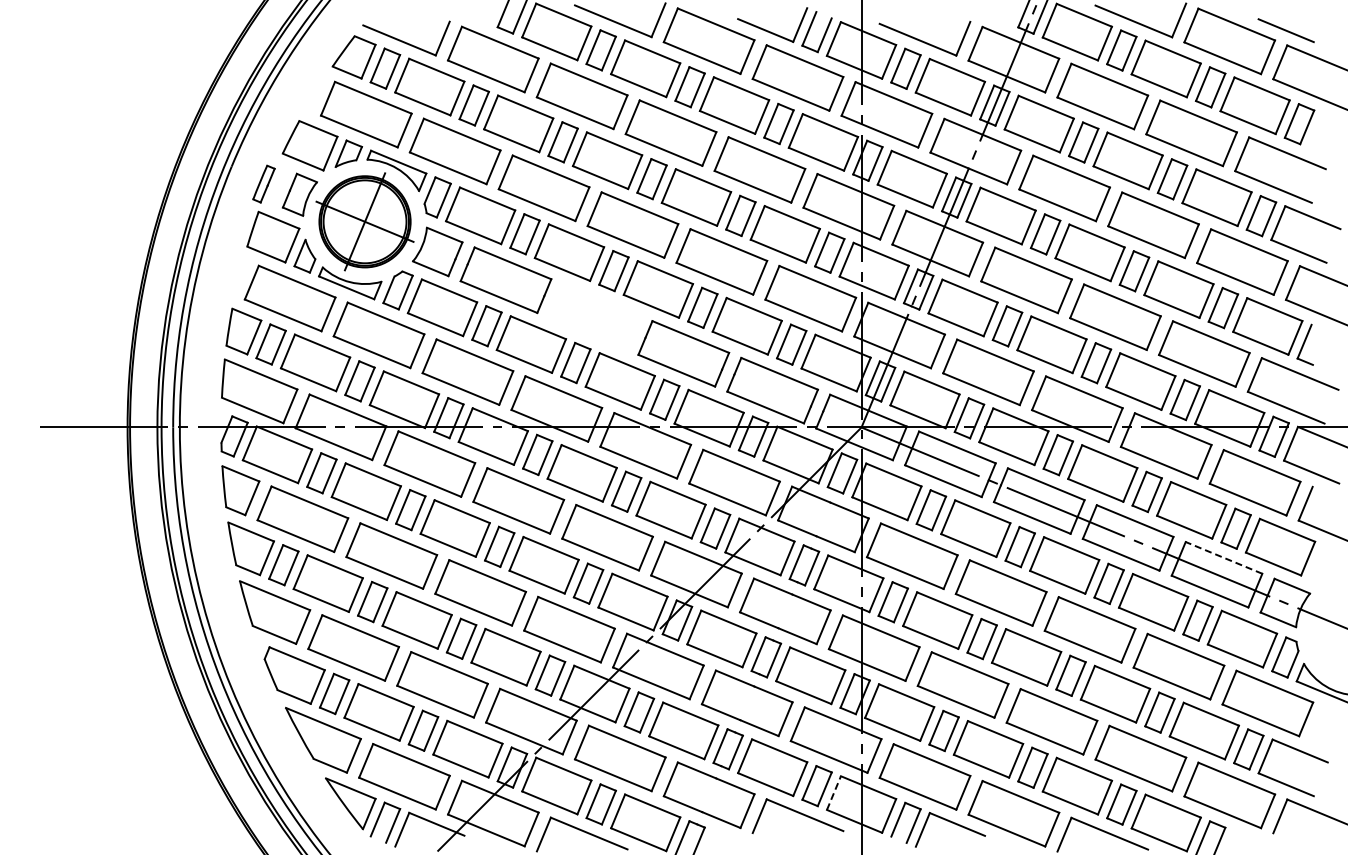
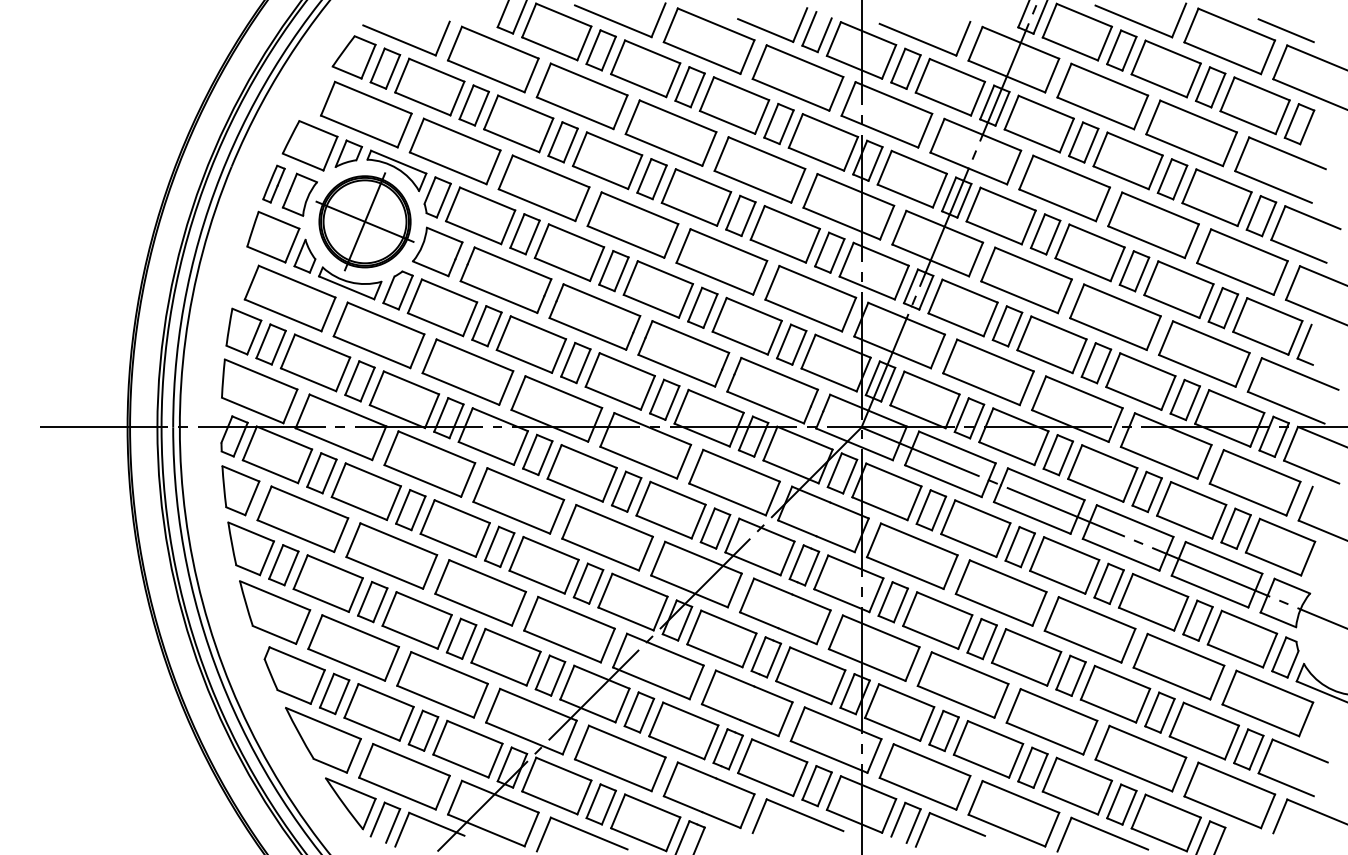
part at (263, 183) position: (263, 183) -> (273, 183)
part at (594, 316): none -> present
line at (1223, 557): dashed -> solid
line at (834, 792): dashed -> solid
